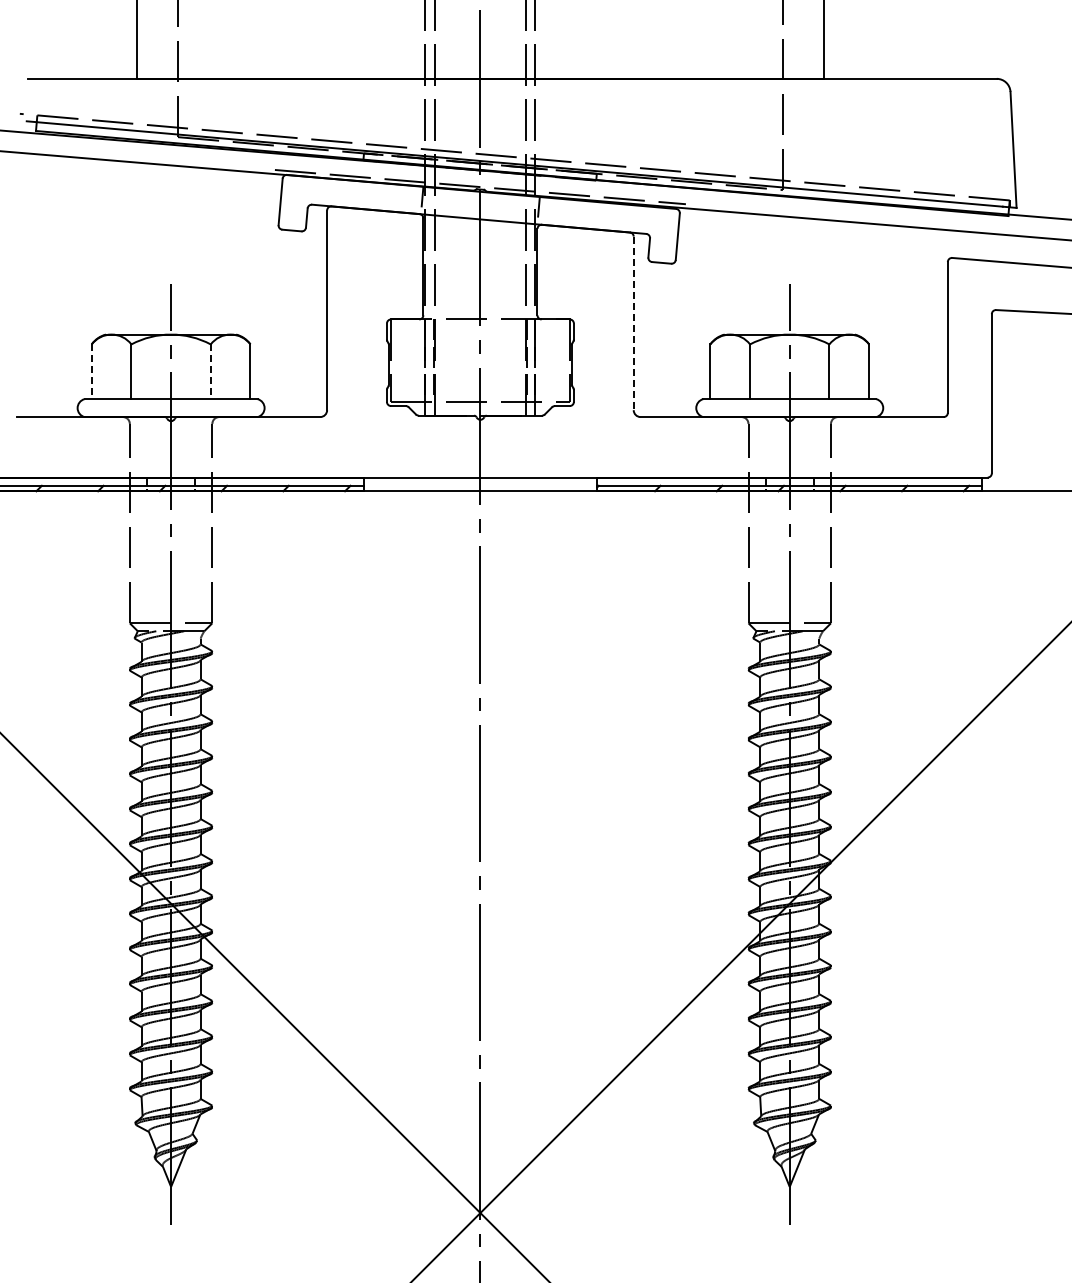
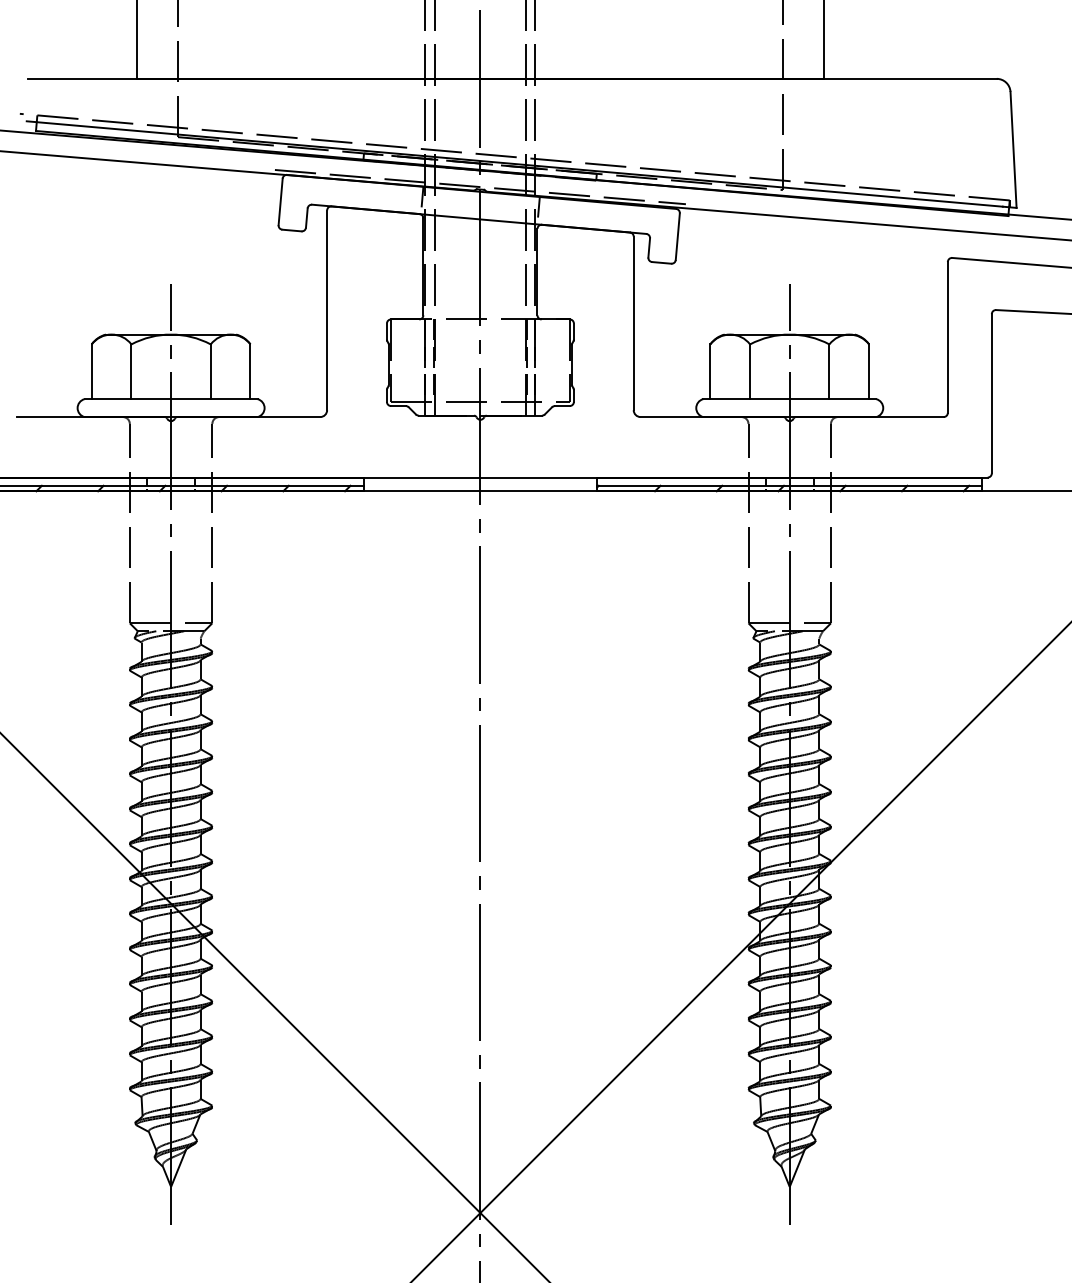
line at (633, 323): dashed -> solid
line at (91, 372): dashed -> solid
line at (210, 372): dashed -> solid
